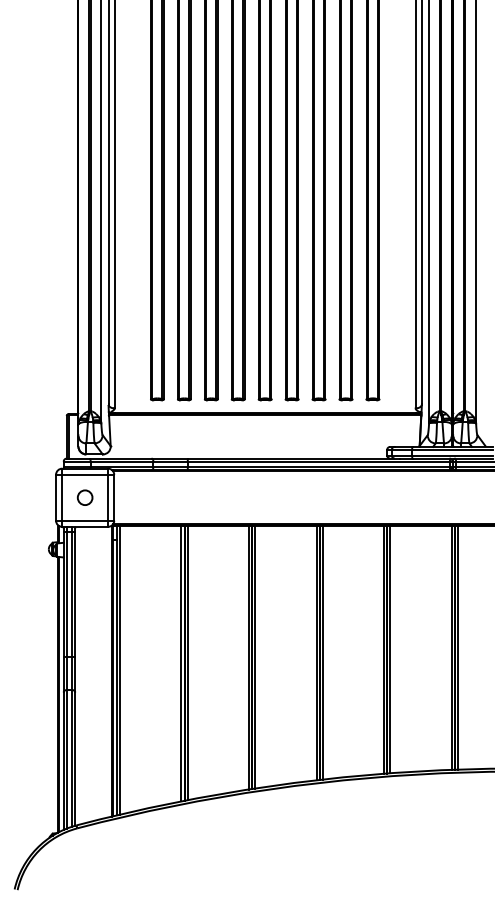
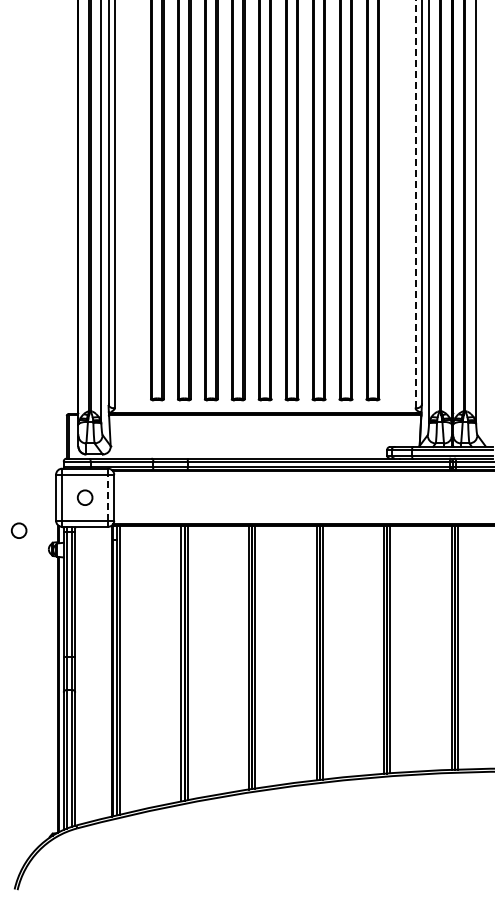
line at (415, 204): solid -> dashed
line at (108, 497): solid -> dashed
circle at (18, 530): none -> present
